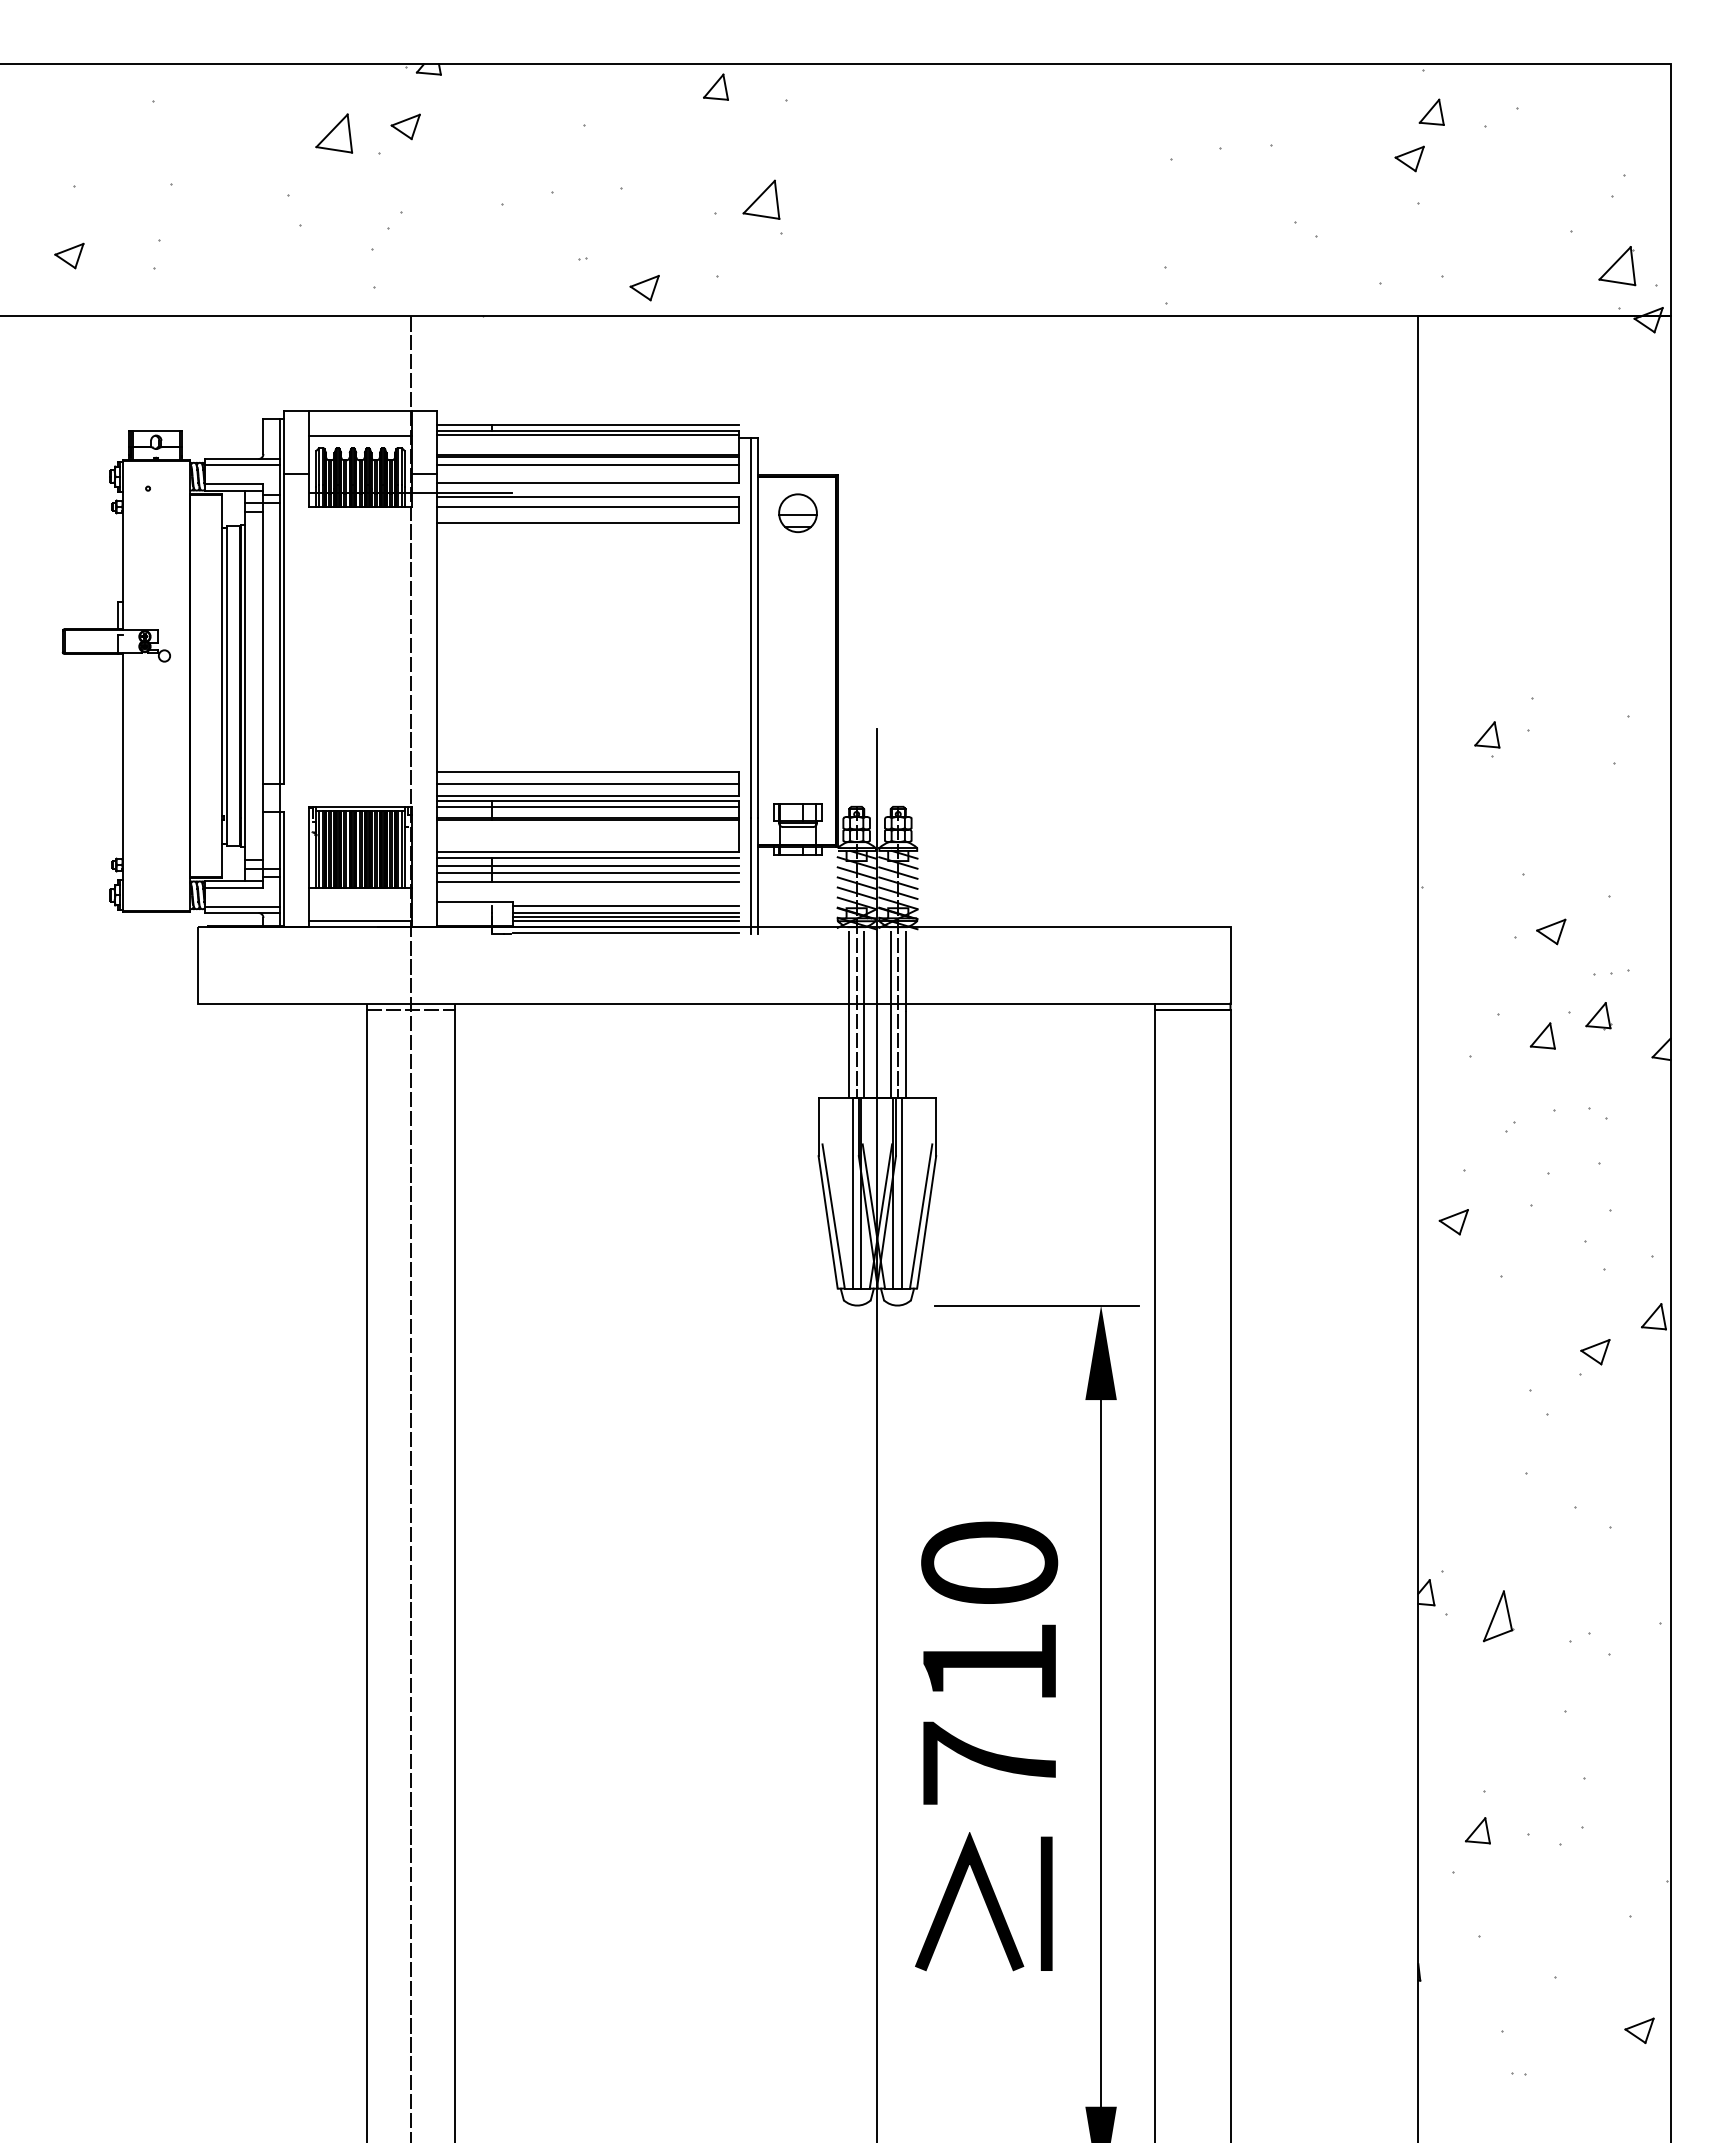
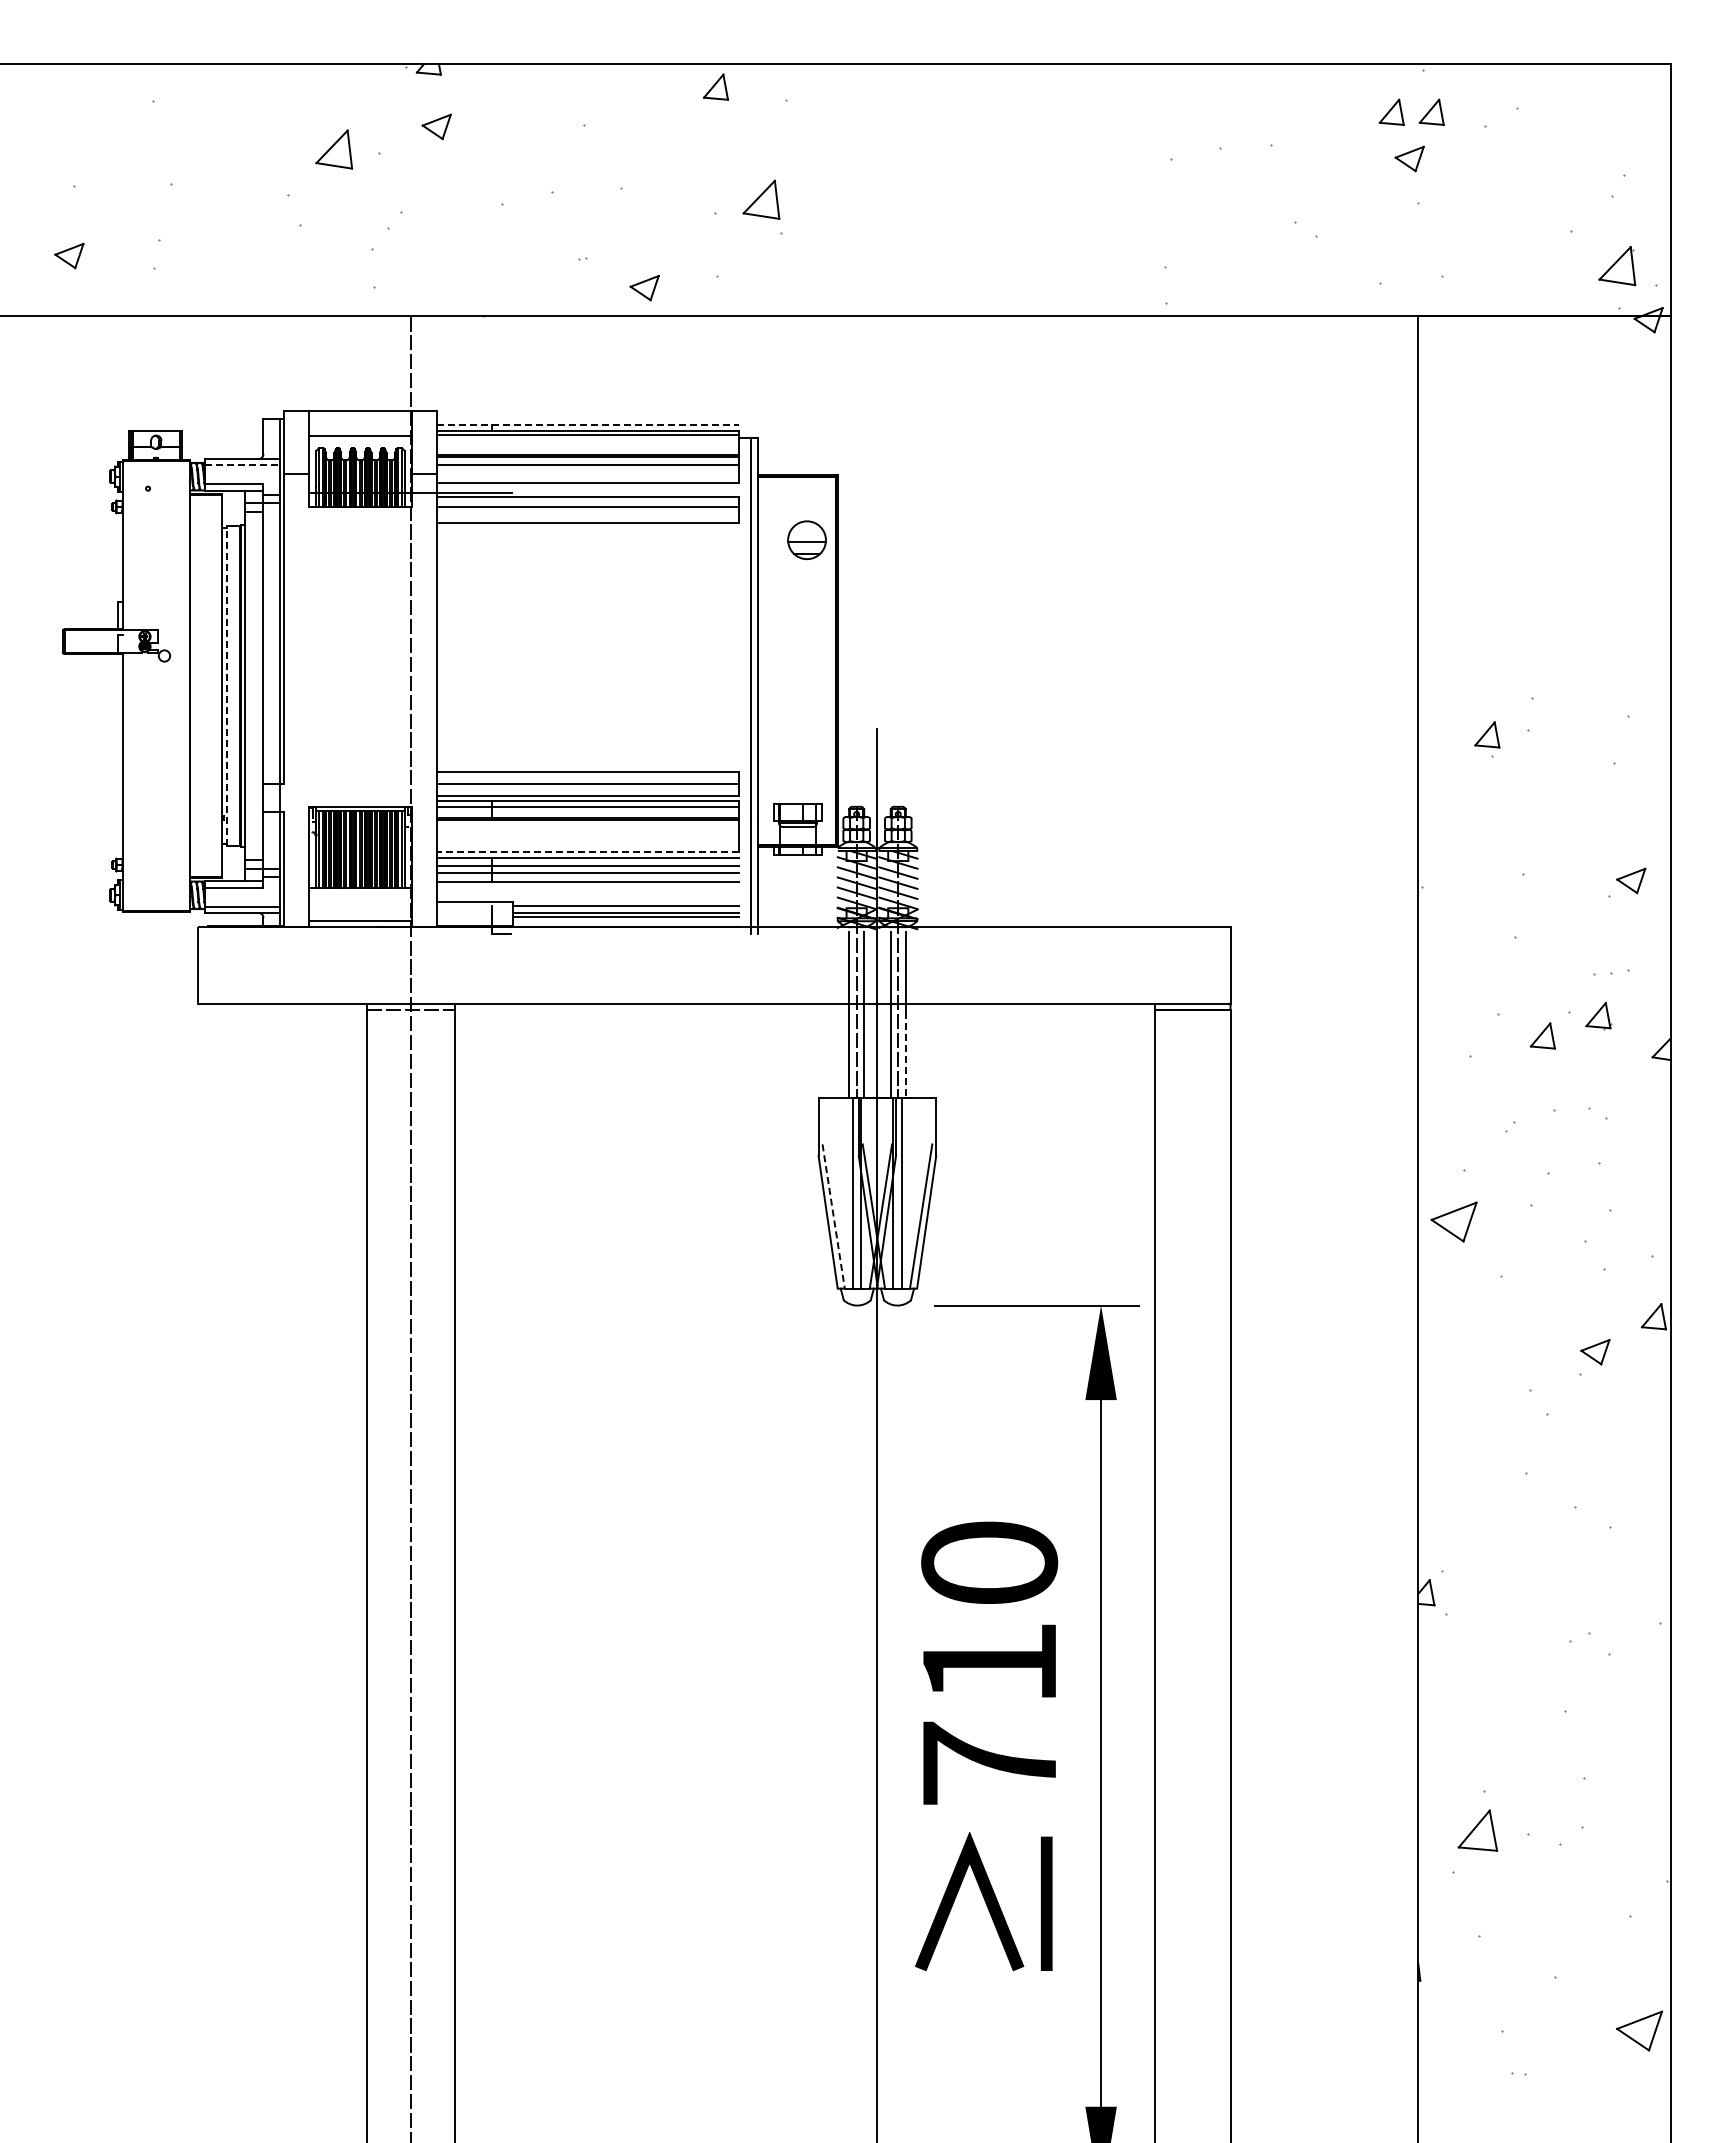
part at (1391, 111): none -> present
part at (405, 126) position: (405, 126) -> (436, 126)
part at (334, 133) position: (334, 133) -> (334, 149)
line at (588, 425): solid -> dashed
line at (242, 465): solid -> dashed
part at (797, 512) position: (797, 512) -> (806, 539)
line at (226, 685): solid -> dashed
line at (588, 852): solid -> dashed
line at (625, 921): present -> none
part at (1551, 931) position: (1551, 931) -> (1631, 880)
line at (625, 933): present -> none
line at (905, 1055): solid -> dashed
line at (833, 1216): solid -> dashed
part at (1453, 1222) size: 31x27 px -> 48x42 px
part at (1498, 1616): present -> none
part at (1477, 1830) size: 26x28 px -> 42x43 px
part at (1639, 2030) size: 31x27 px -> 48x42 px
